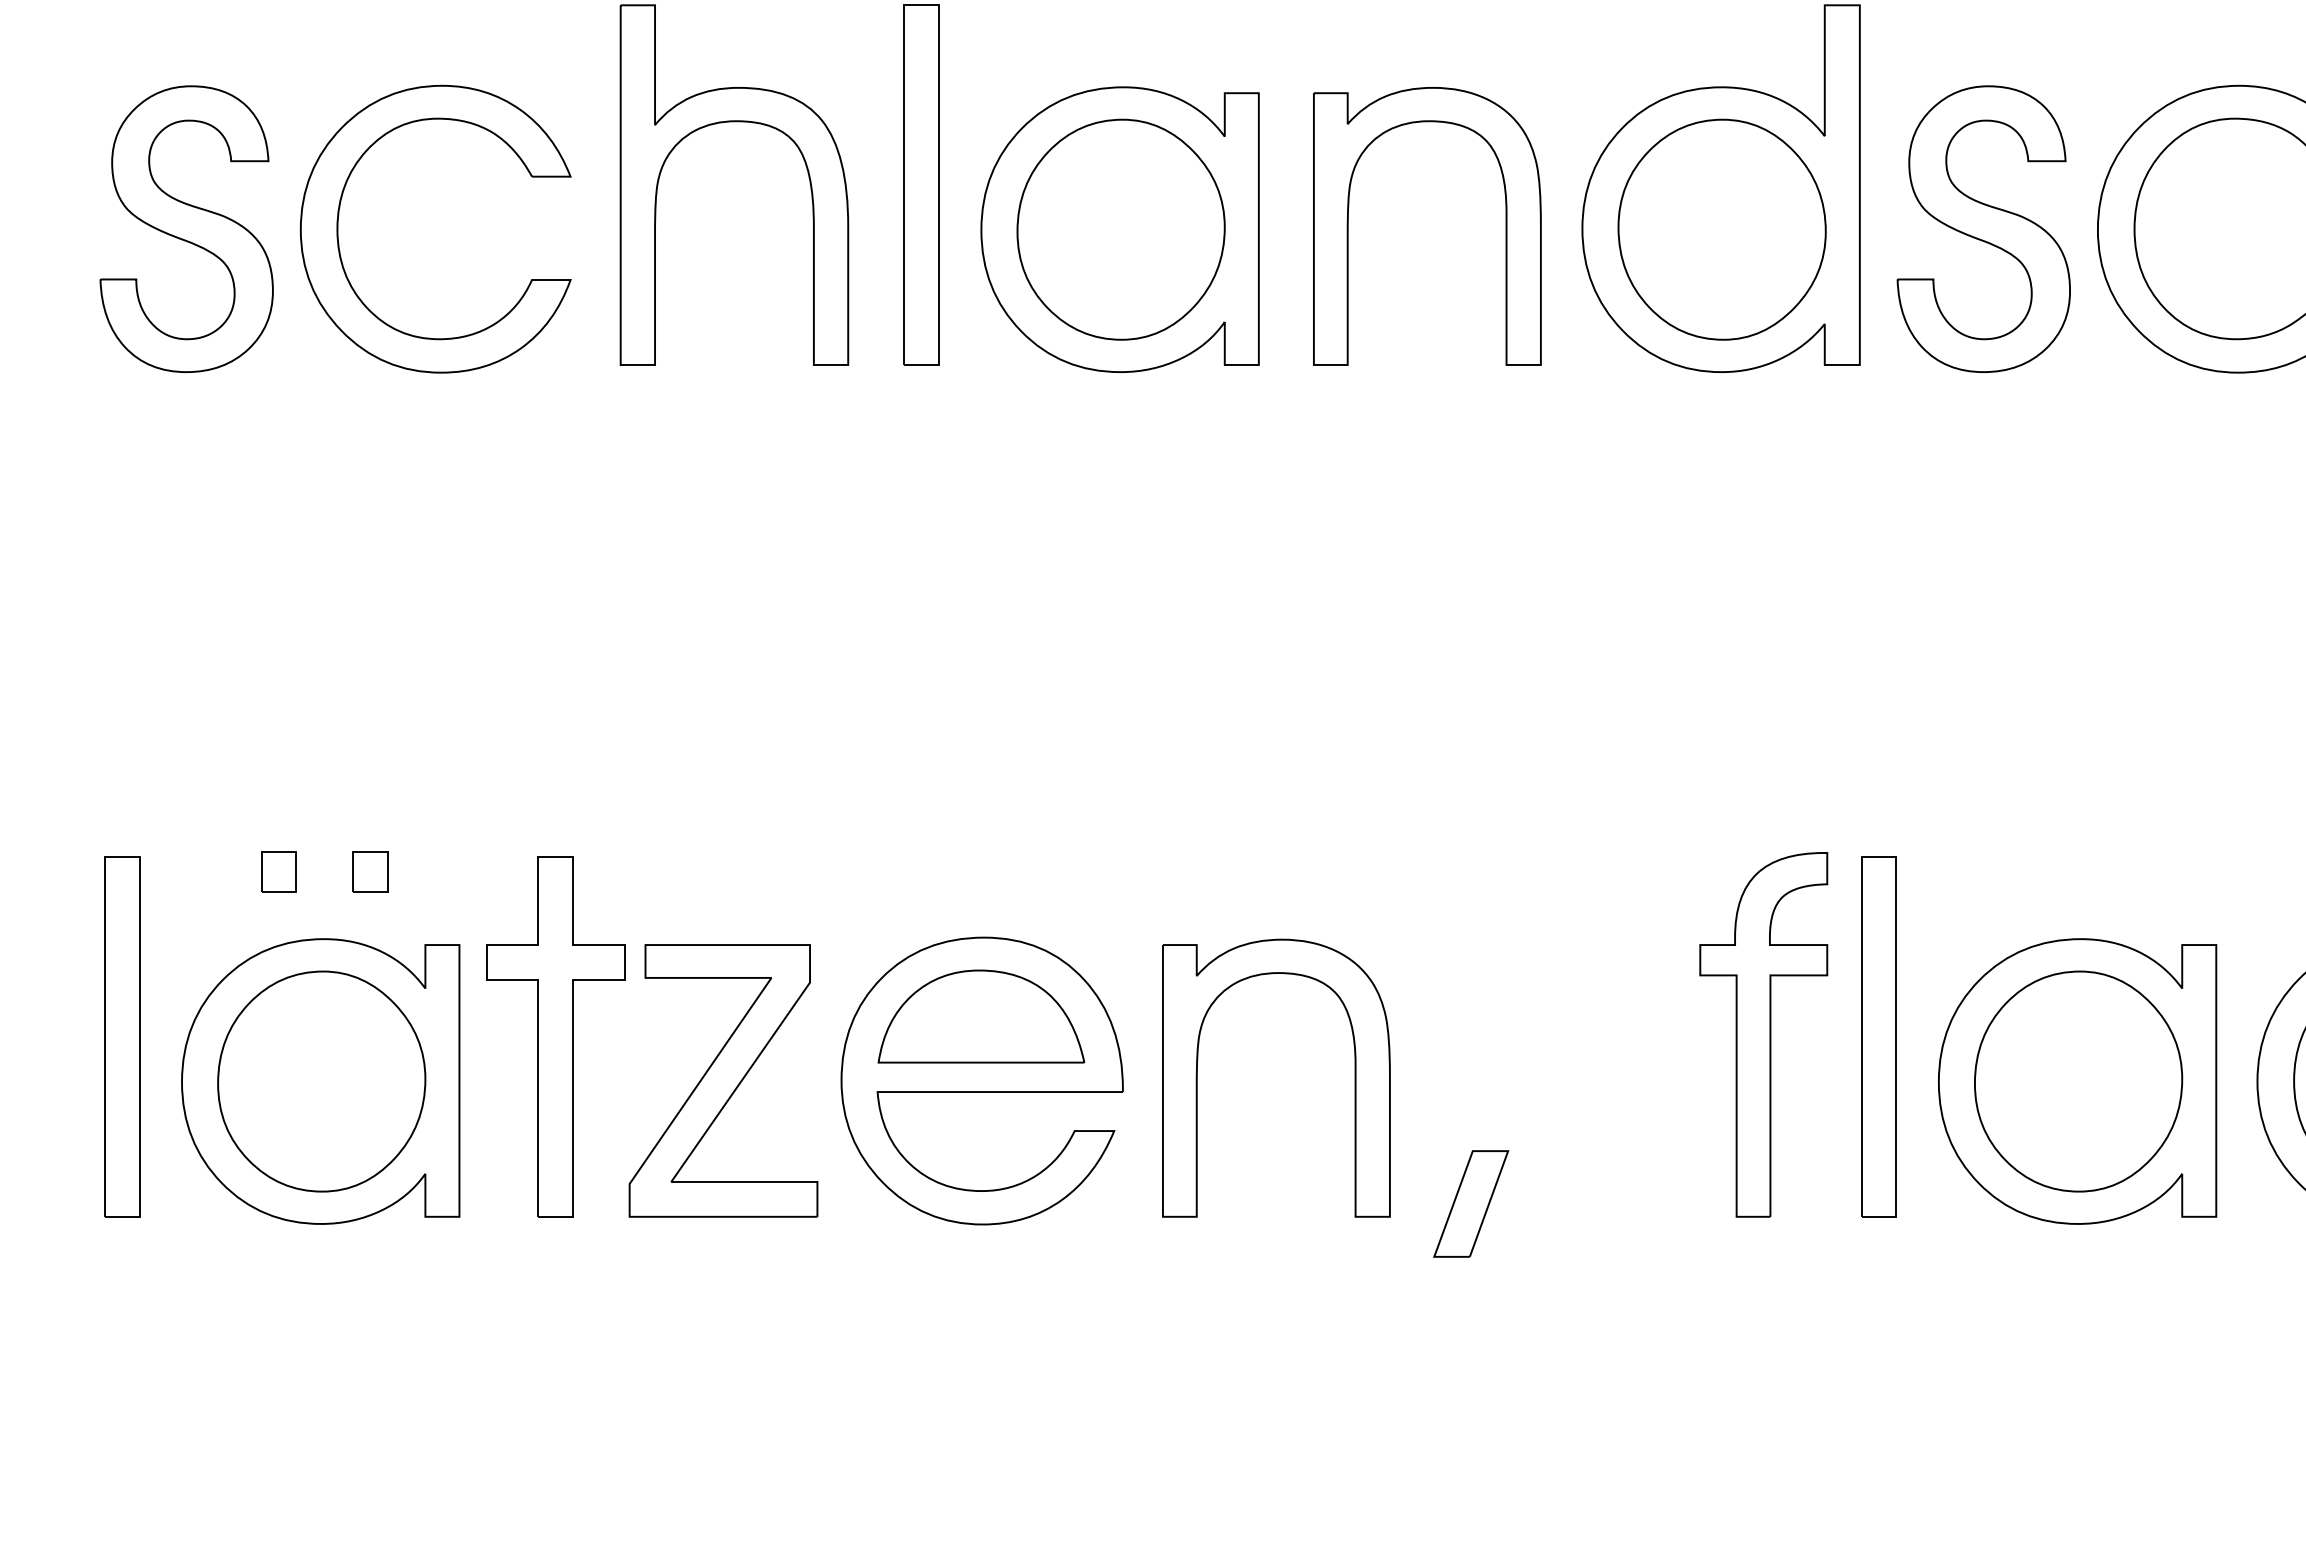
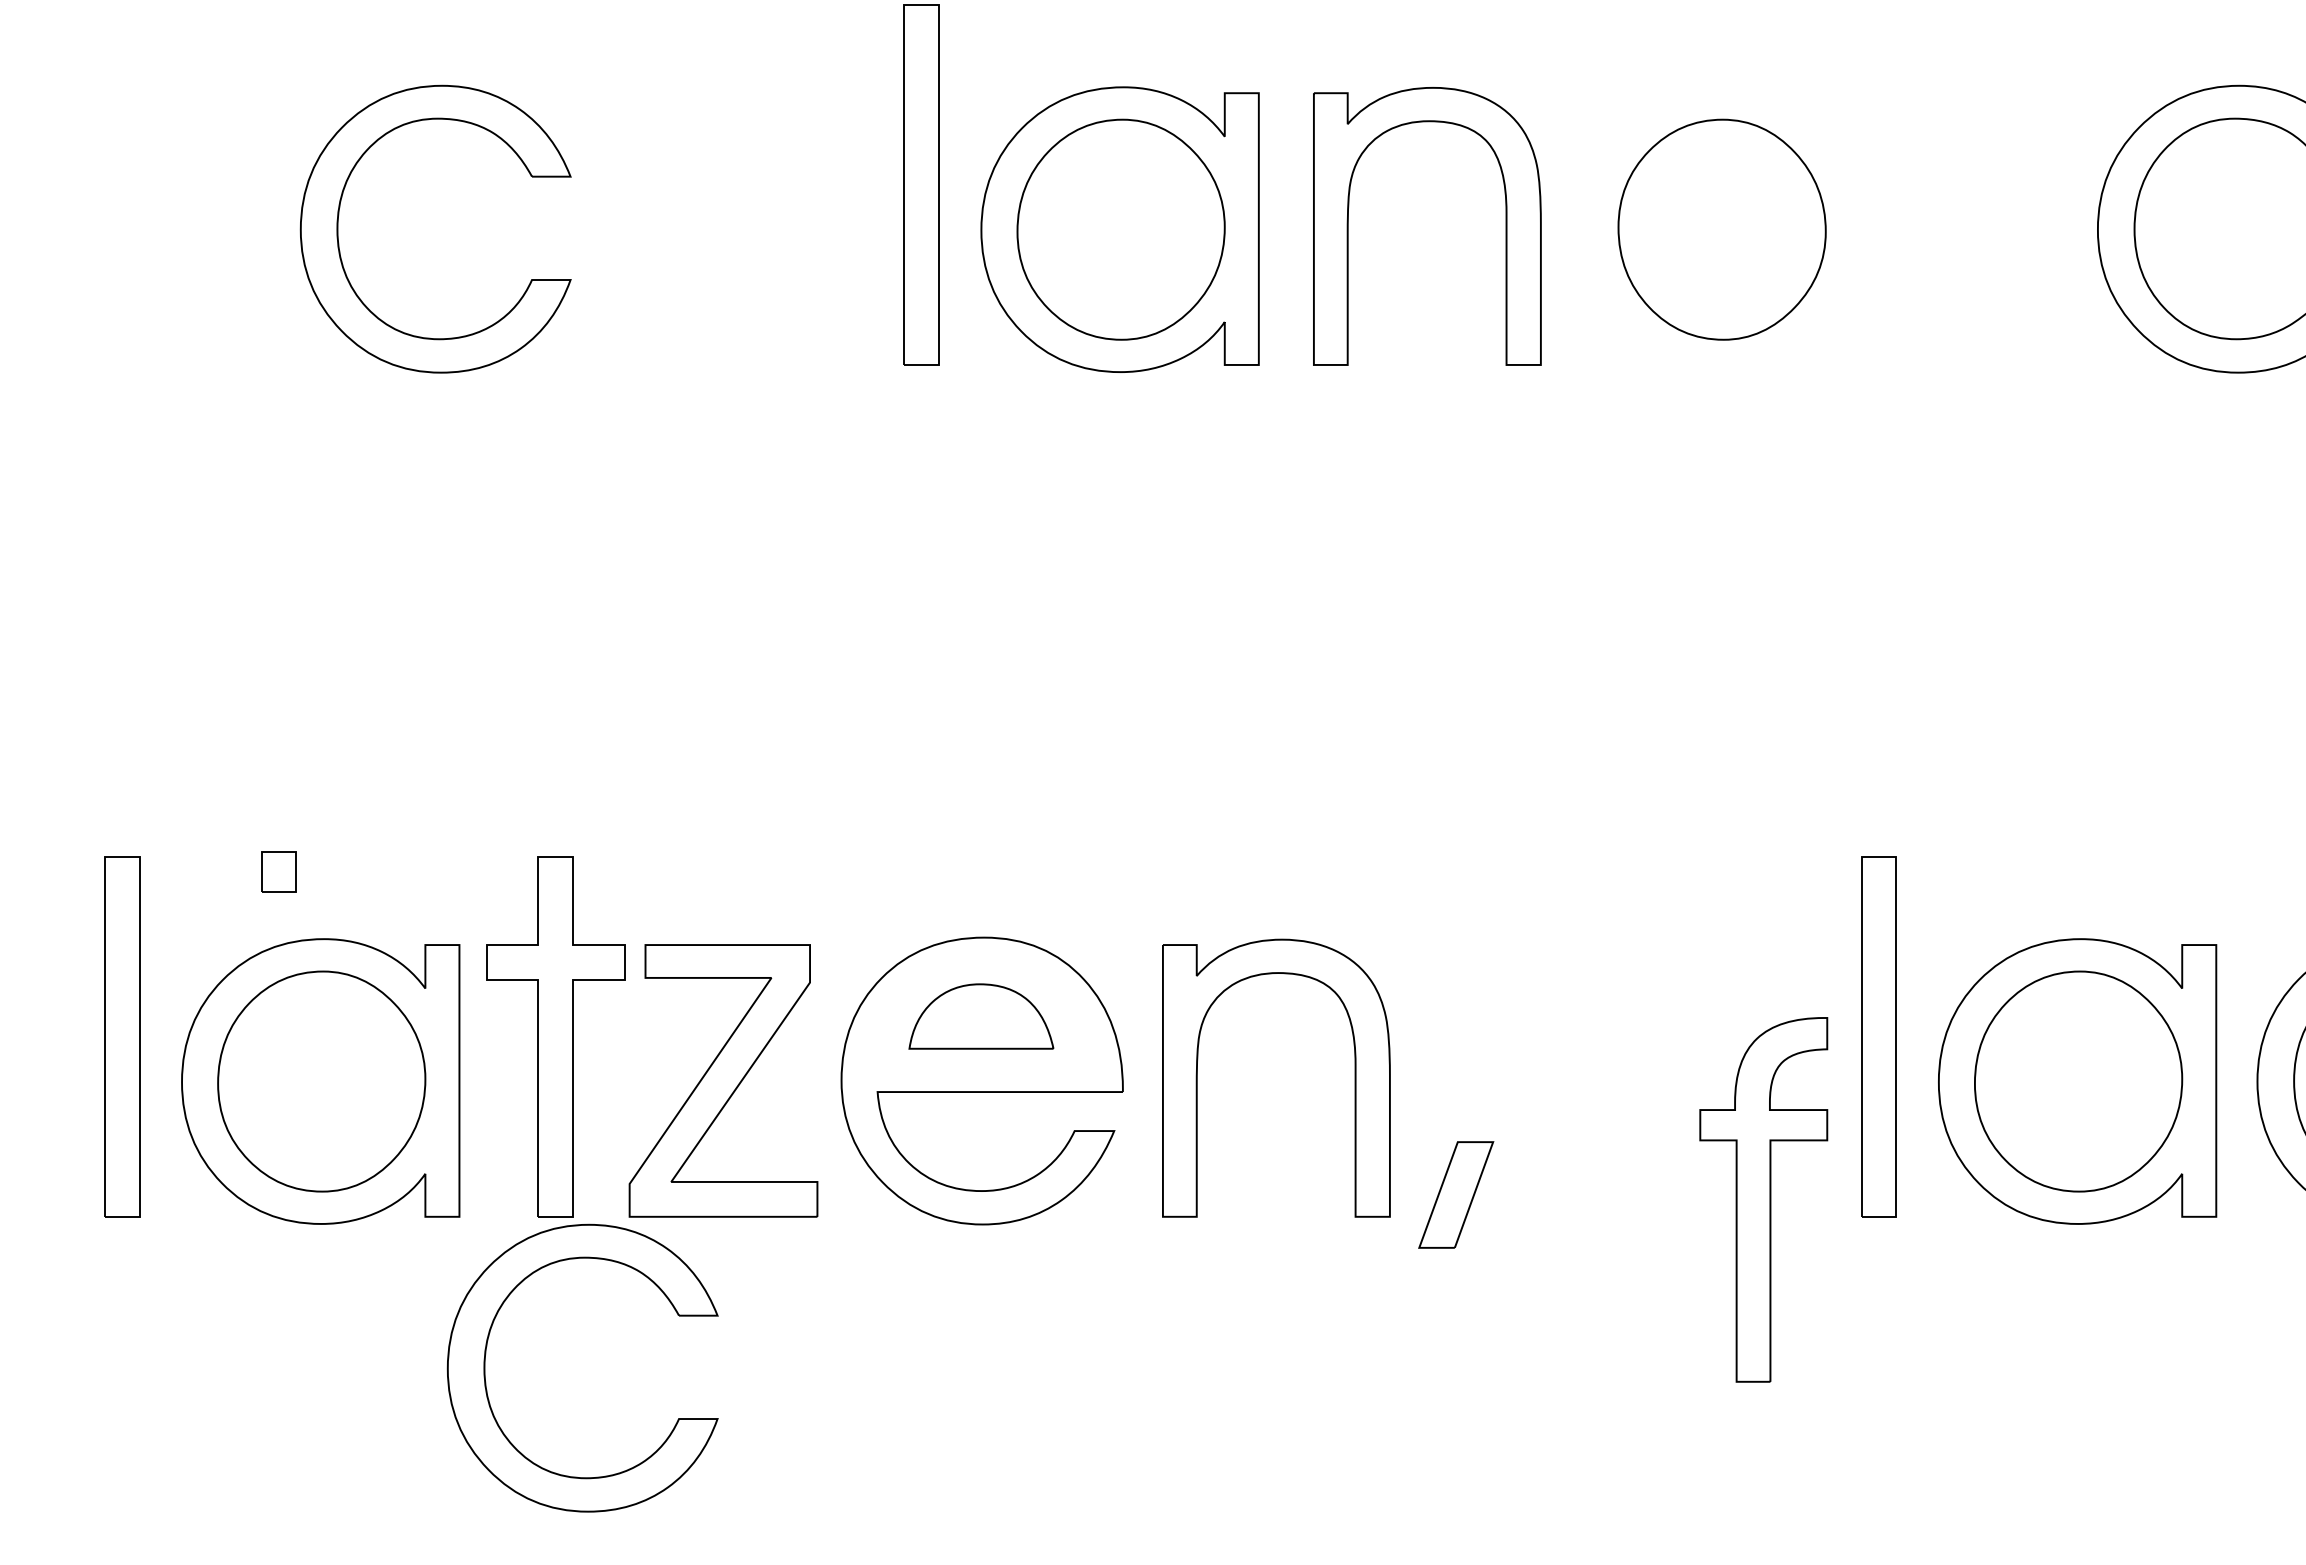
part at (734, 122): present -> none
part at (1720, 188): present -> none
part at (186, 228): present -> none
part at (1983, 228): present -> none
part at (370, 871): present -> none
part at (981, 1016) size: 209x95 px -> 147x67 px
part at (1763, 1034) position: (1763, 1034) -> (1763, 1199)
part at (1471, 1203) position: (1471, 1203) -> (1456, 1194)
part at (486, 1354): none -> present
